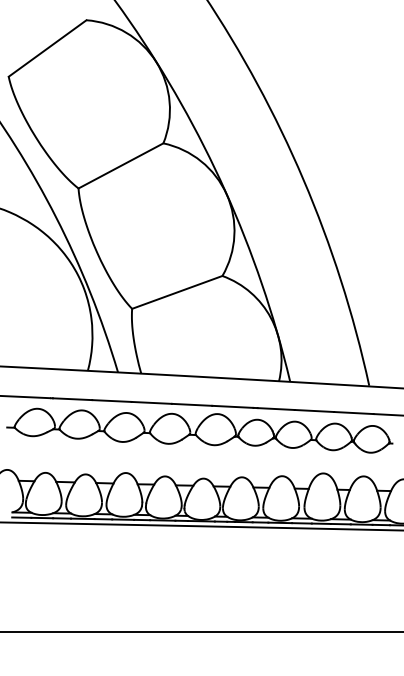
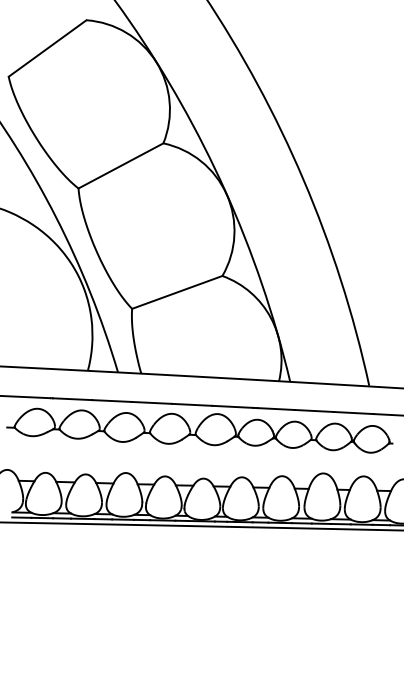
line at (201, 631): present -> none
